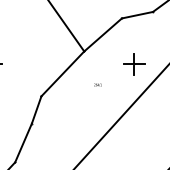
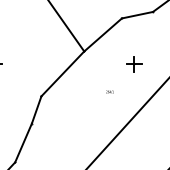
part at (134, 64) size: 23x23 px -> 17x17 px
text at (97, 84) position: (97, 84) -> (109, 91)
line at (121, 116) position: (121, 116) -> (127, 123)
